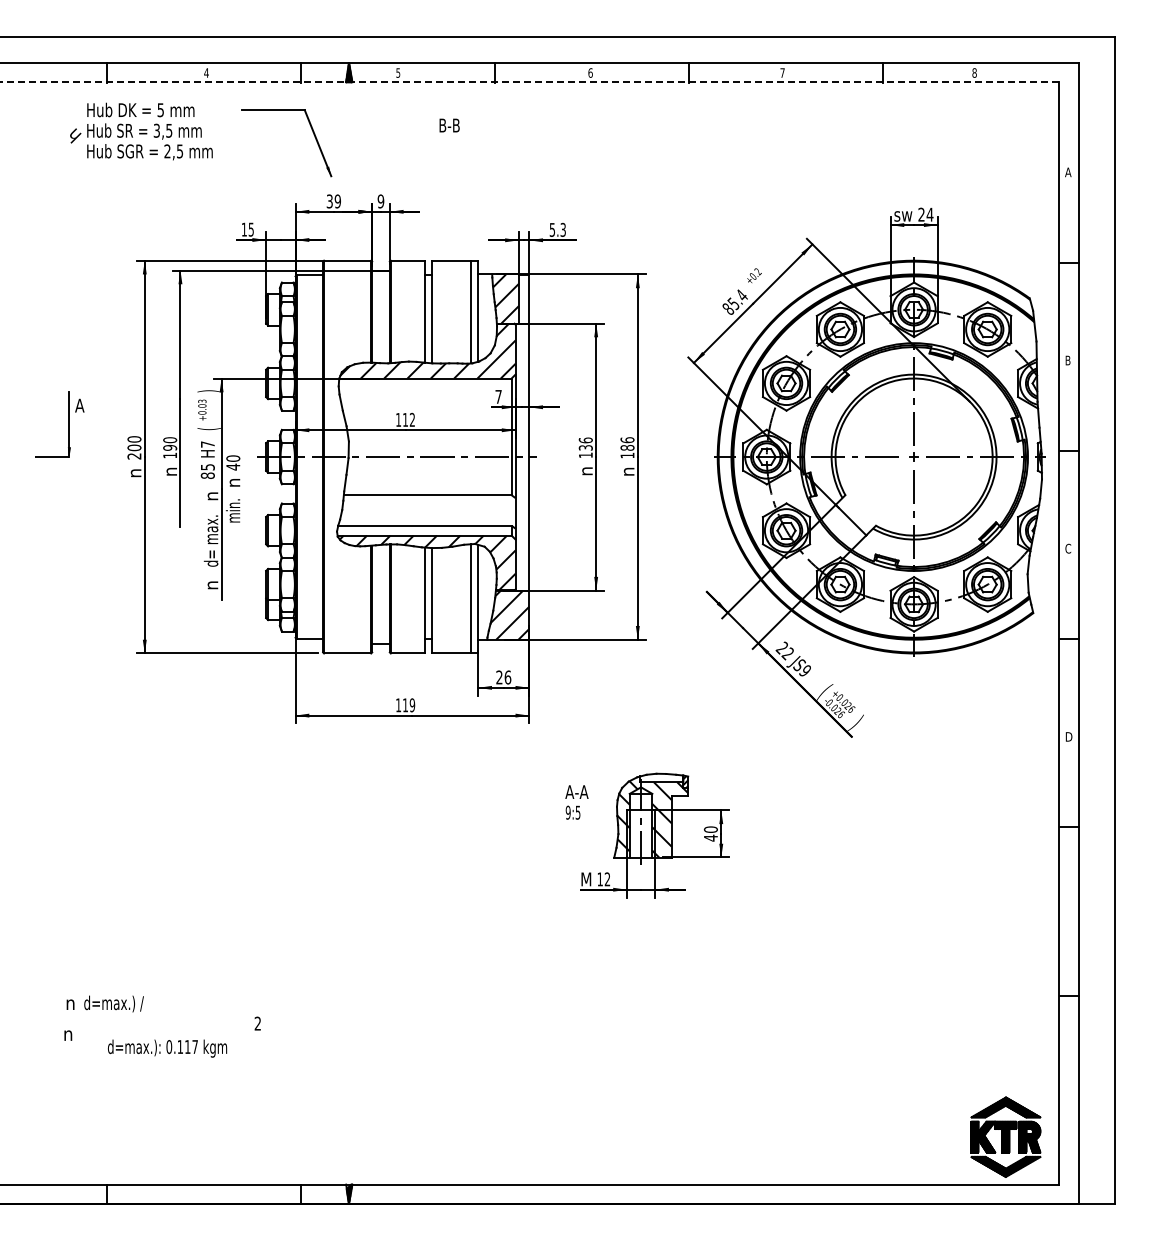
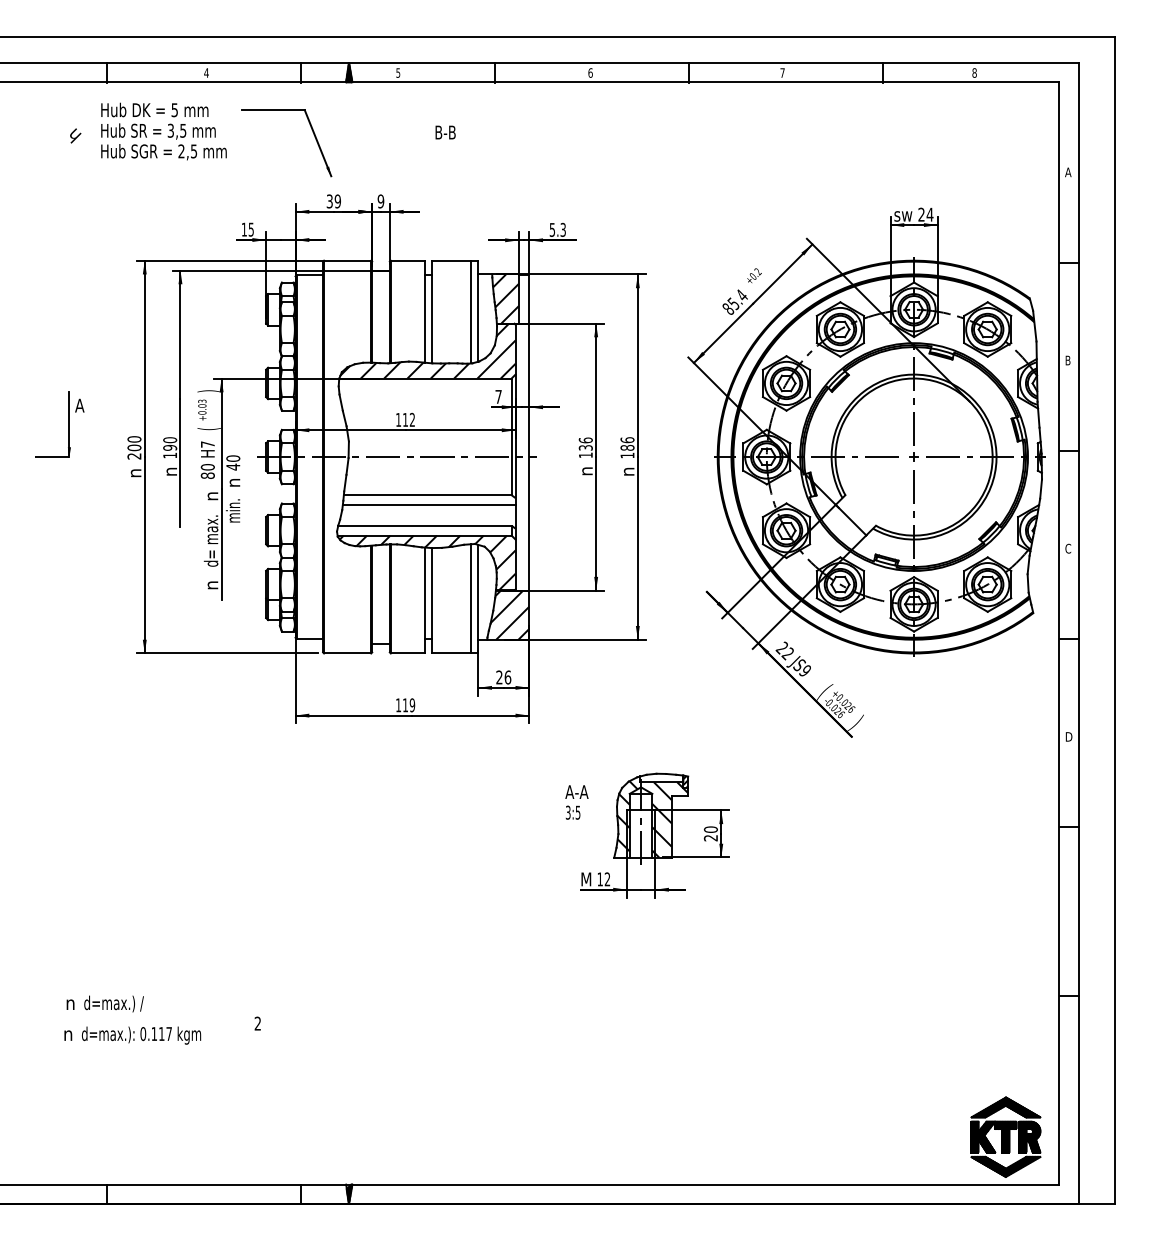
line at (529, 82): dashed -> solid
text at (449, 125) position: (449, 125) -> (445, 132)
text at (149, 131) position: (149, 131) -> (163, 131)
text at (207, 467): 85 -> 80
line at (428, 504): none -> present
text at (567, 812): 9:5 -> 3:5
text at (710, 837): 40 -> 20
text at (167, 1048) position: (167, 1048) -> (141, 1035)
